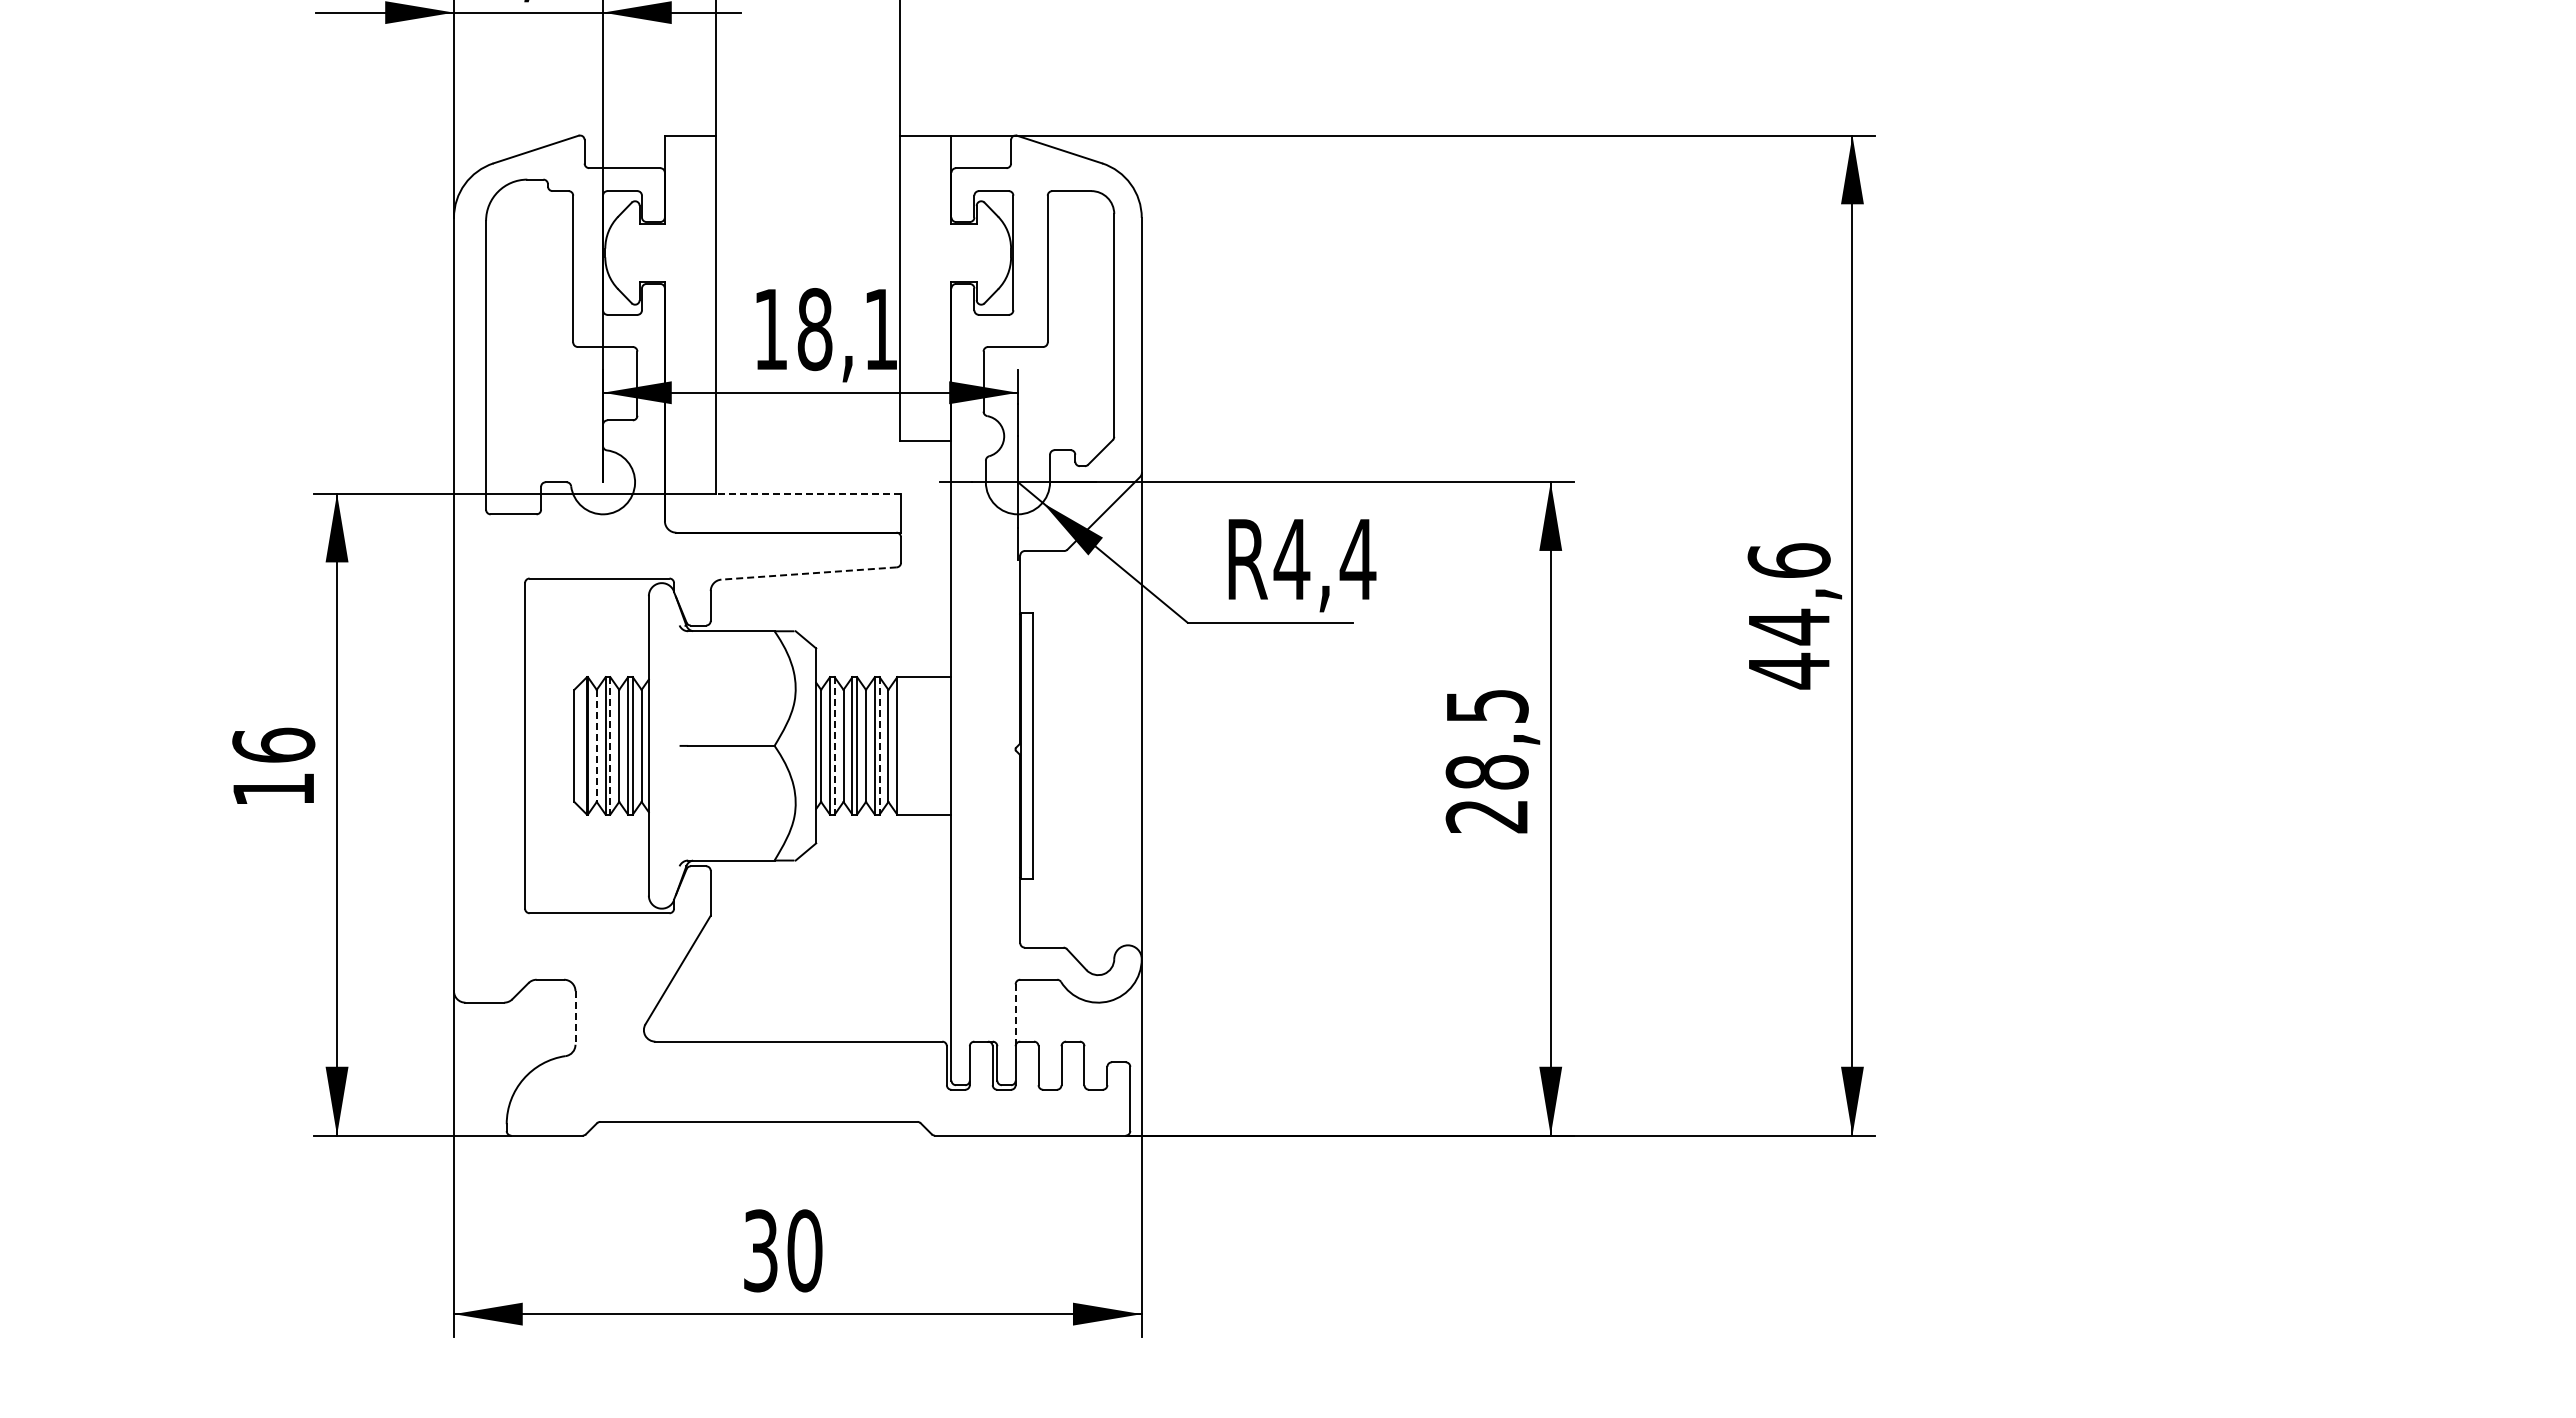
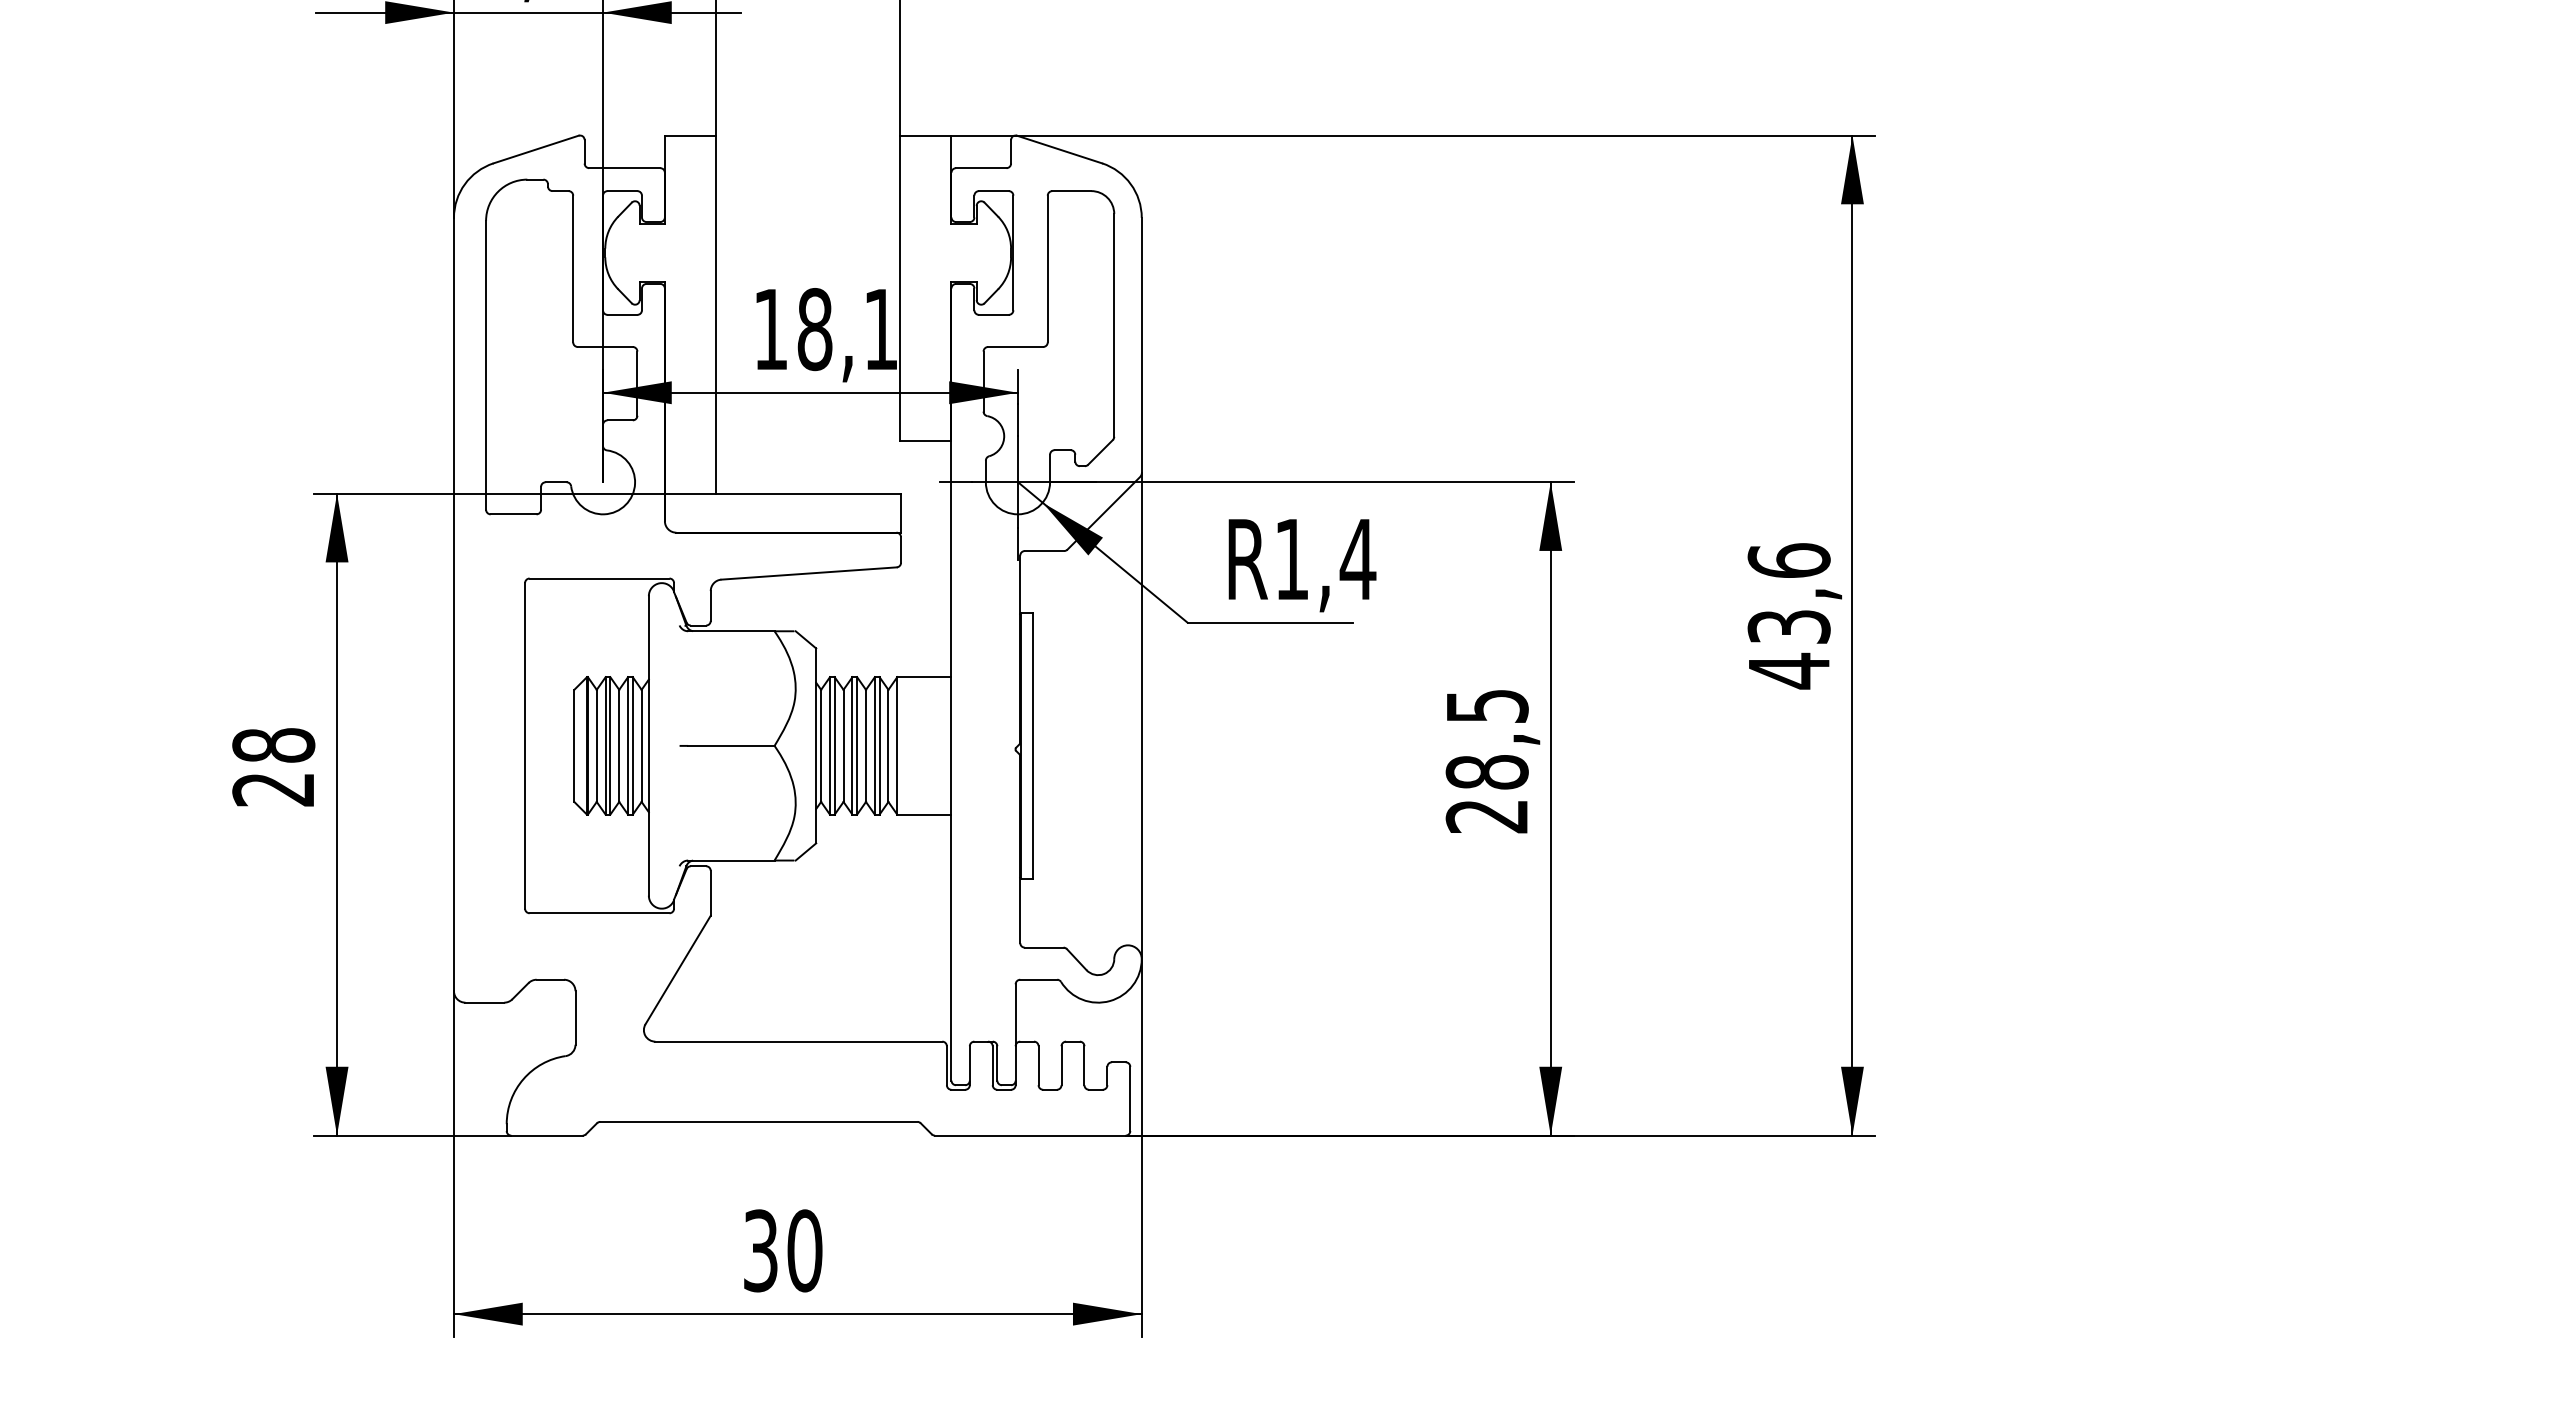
line at (808, 493): dashed -> solid
text at (1291, 559): R4,4 -> R1,4
line at (809, 573): dashed -> solid
text at (1788, 626): 44,6 -> 43,6
line at (610, 745): dashed -> solid
line at (834, 745): dashed -> solid
line at (879, 745): dashed -> solid
line at (596, 746): dashed -> solid
text at (273, 766): 16 -> 28
line at (1015, 1015): dashed -> solid
line at (575, 1017): dashed -> solid
